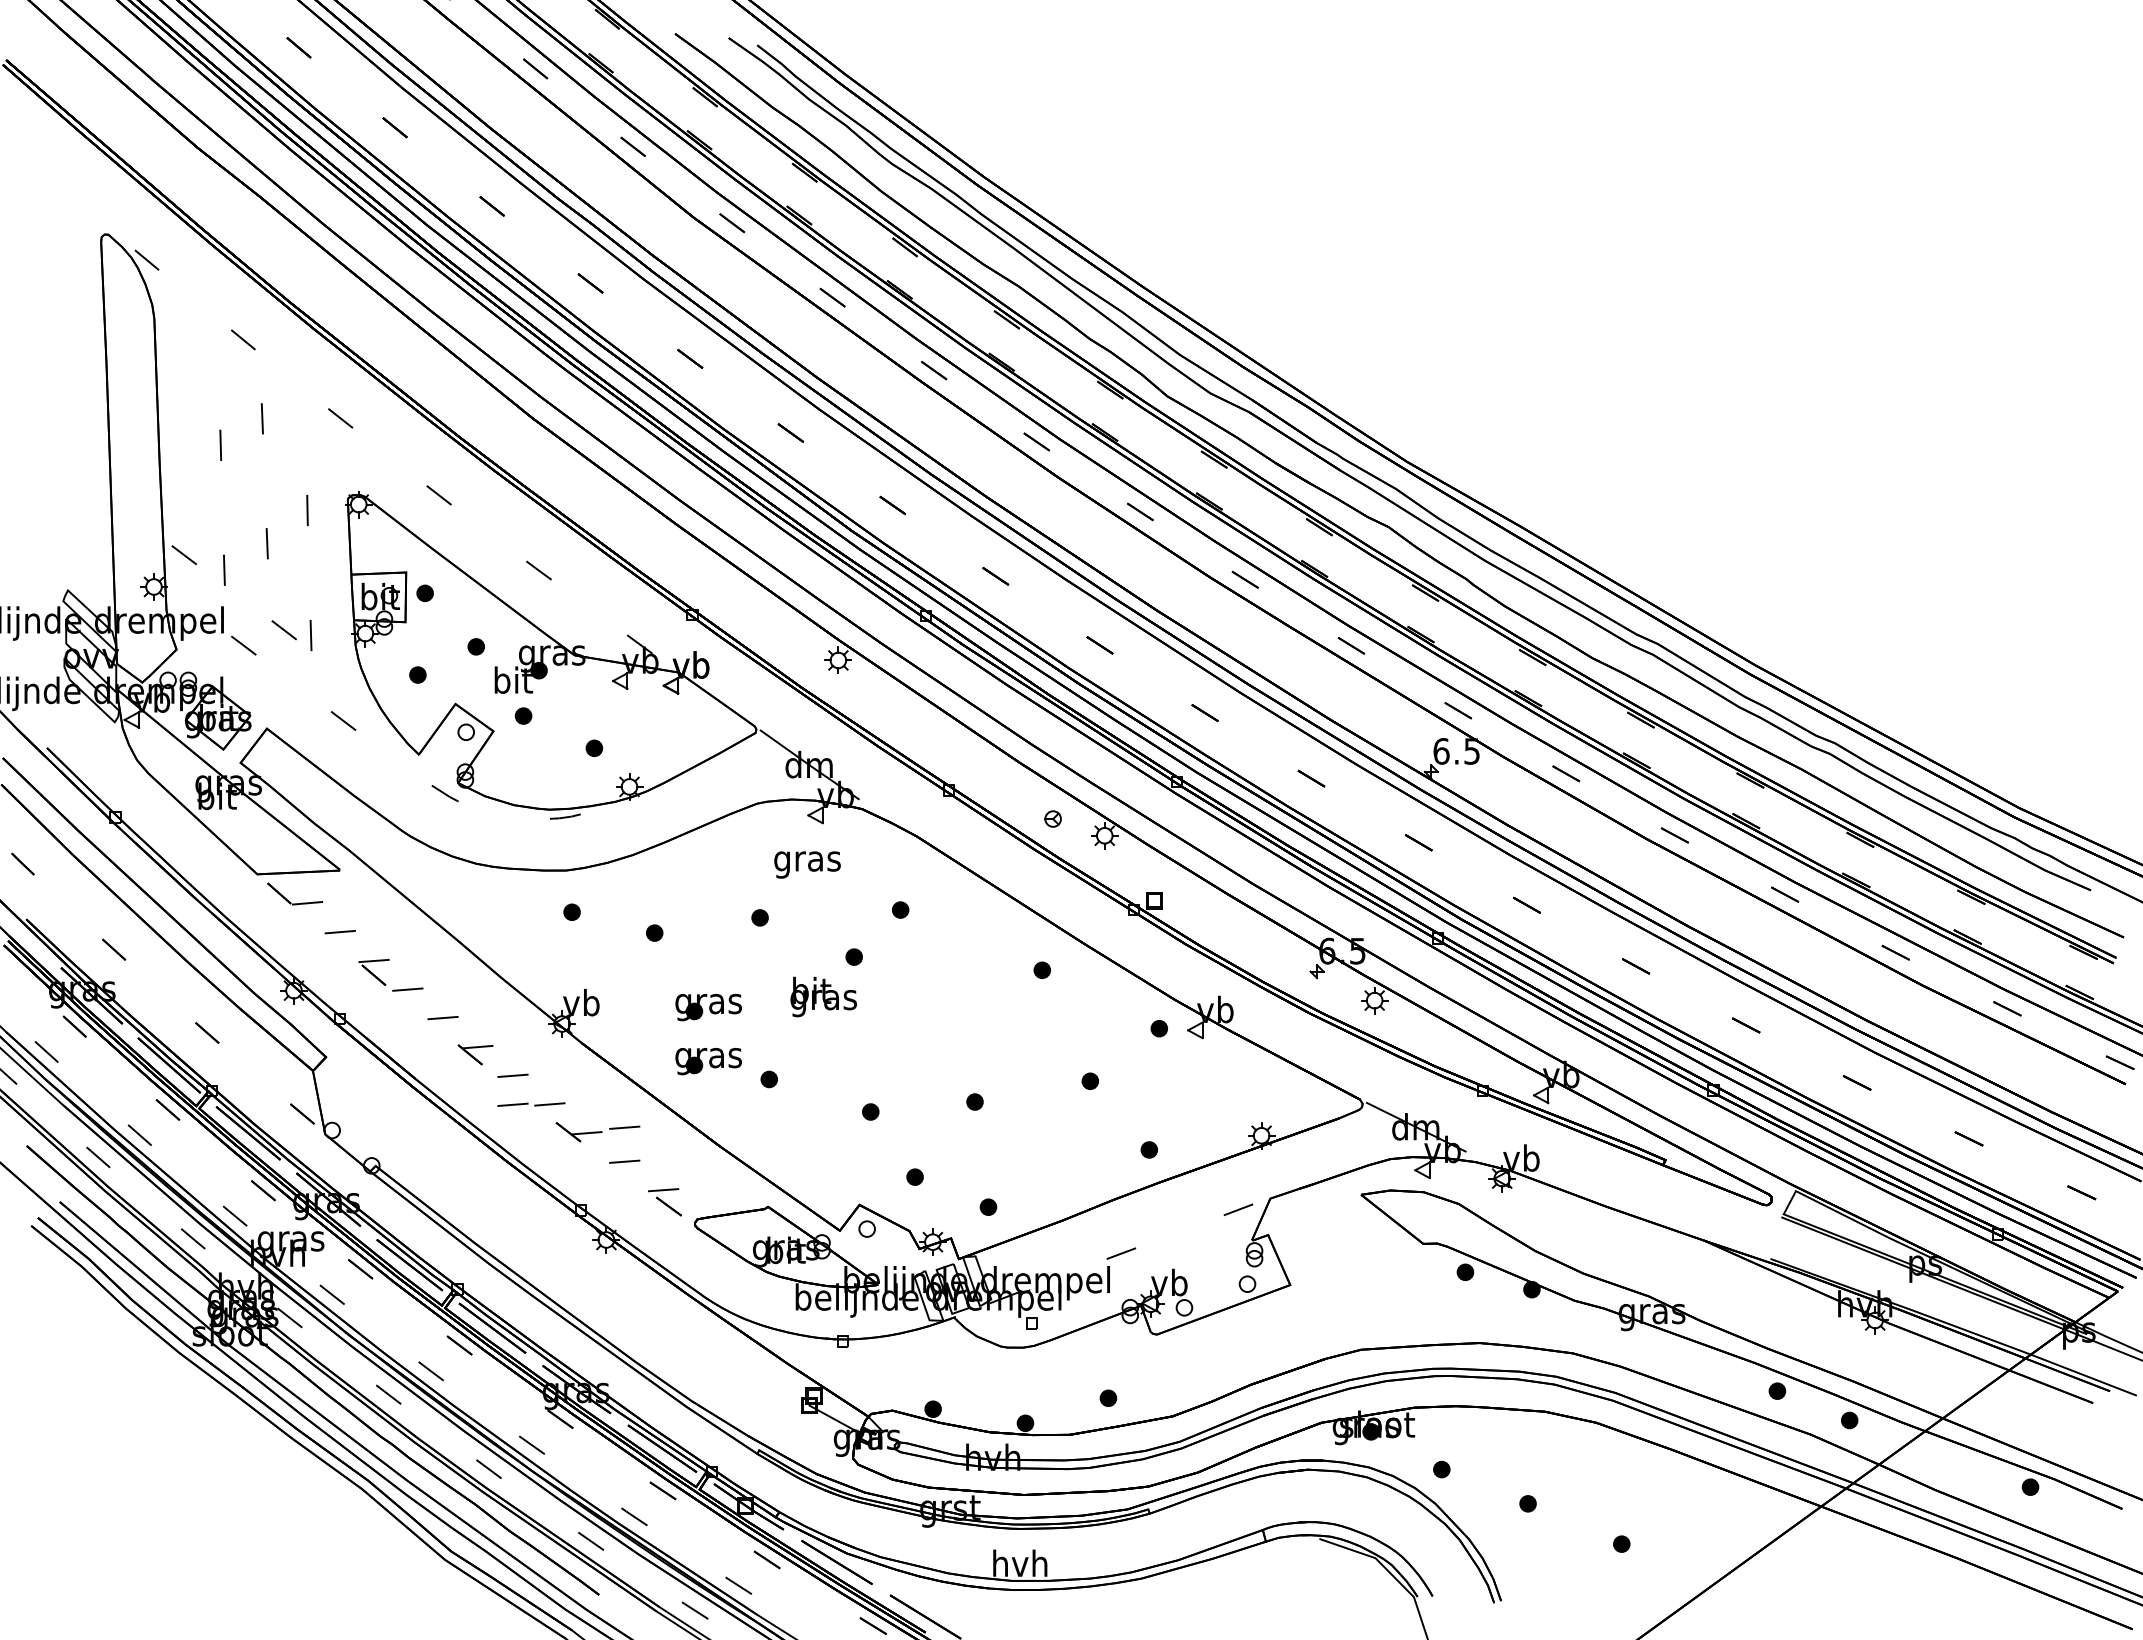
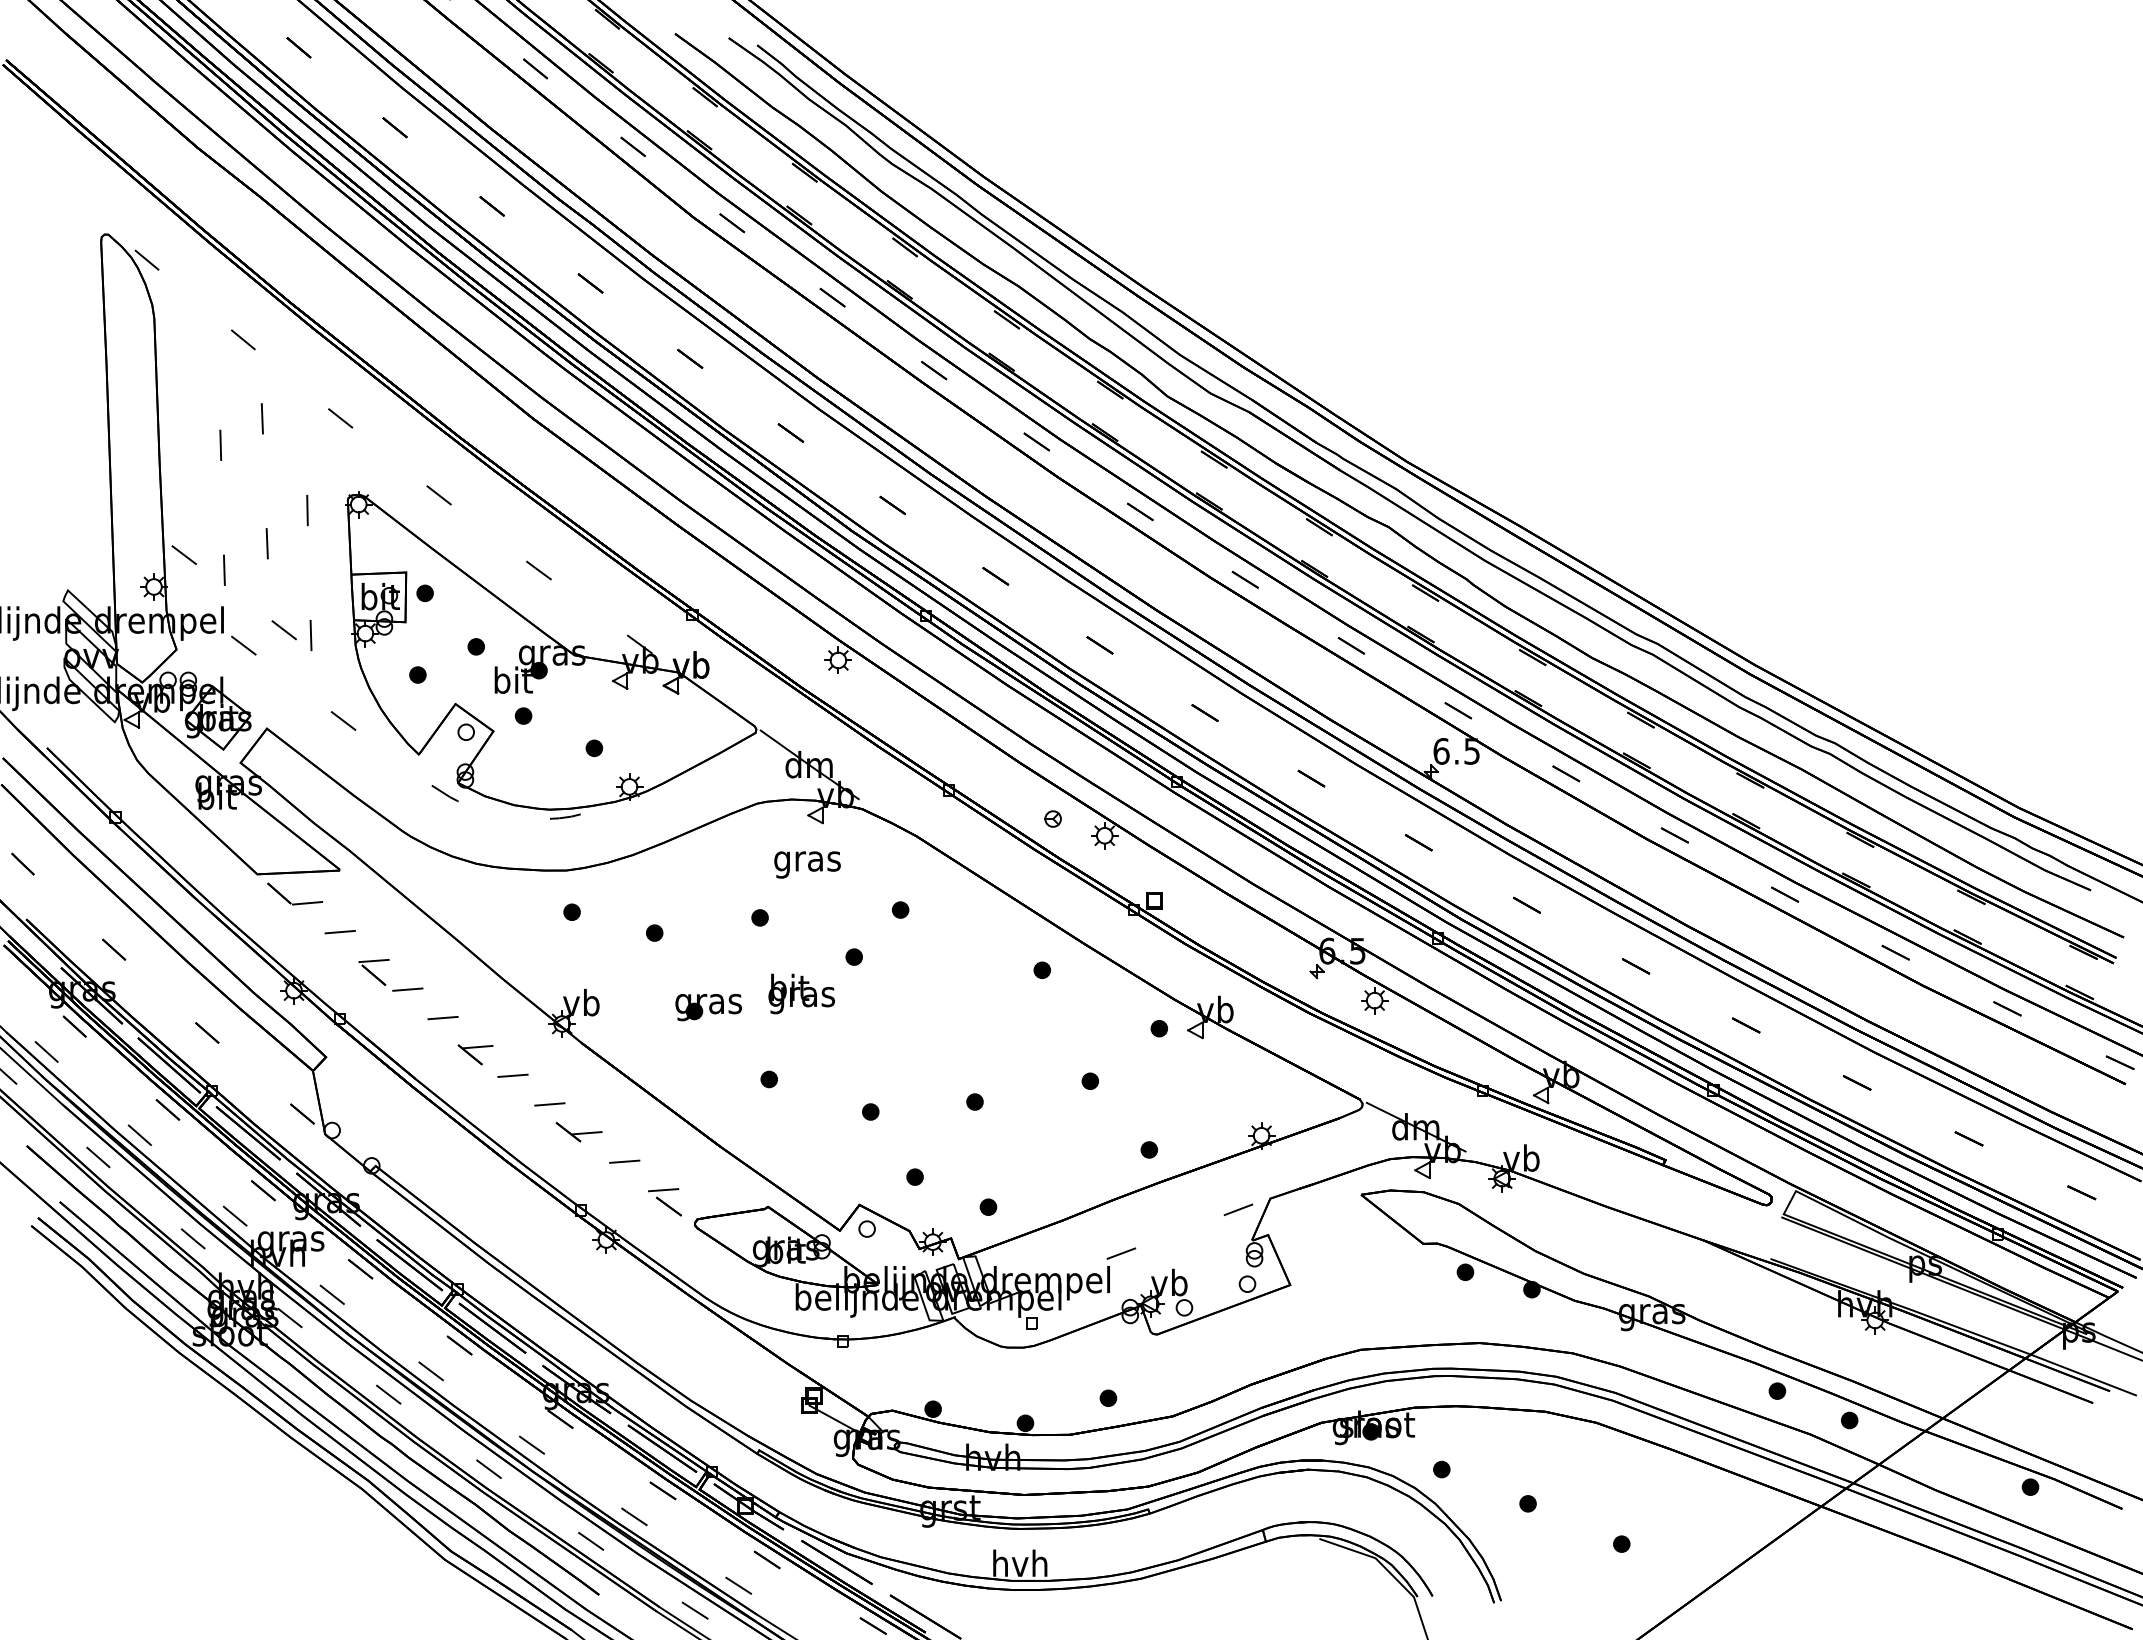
text at (823, 996) position: (823, 996) -> (801, 993)
part at (708, 1061): present -> none
line at (512, 1104): present -> none
line at (624, 1127): present -> none
